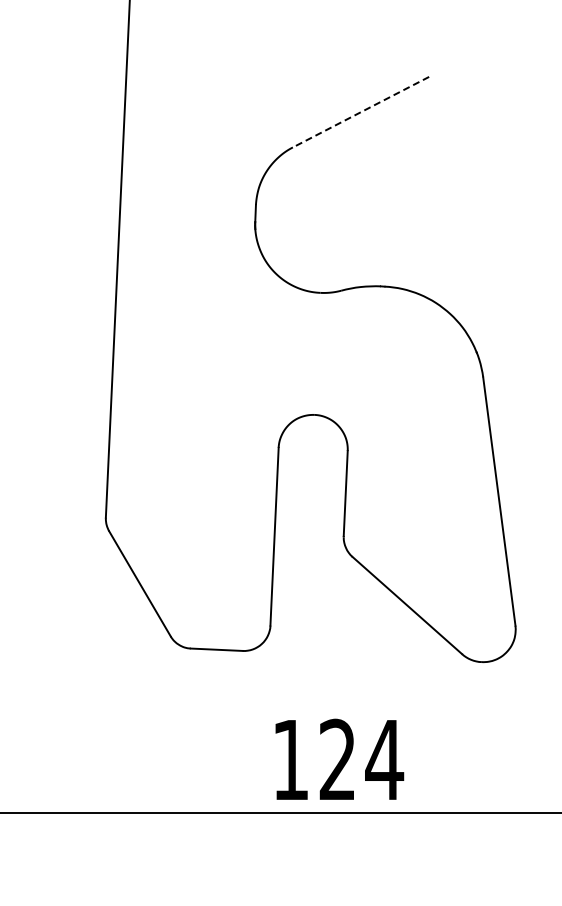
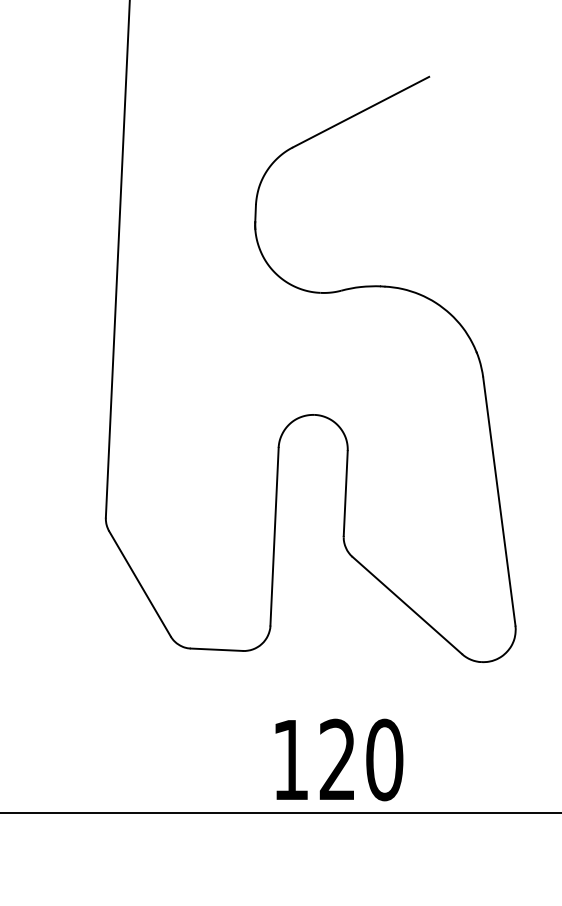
line at (361, 112): dashed -> solid
text at (384, 759): 124 -> 120
